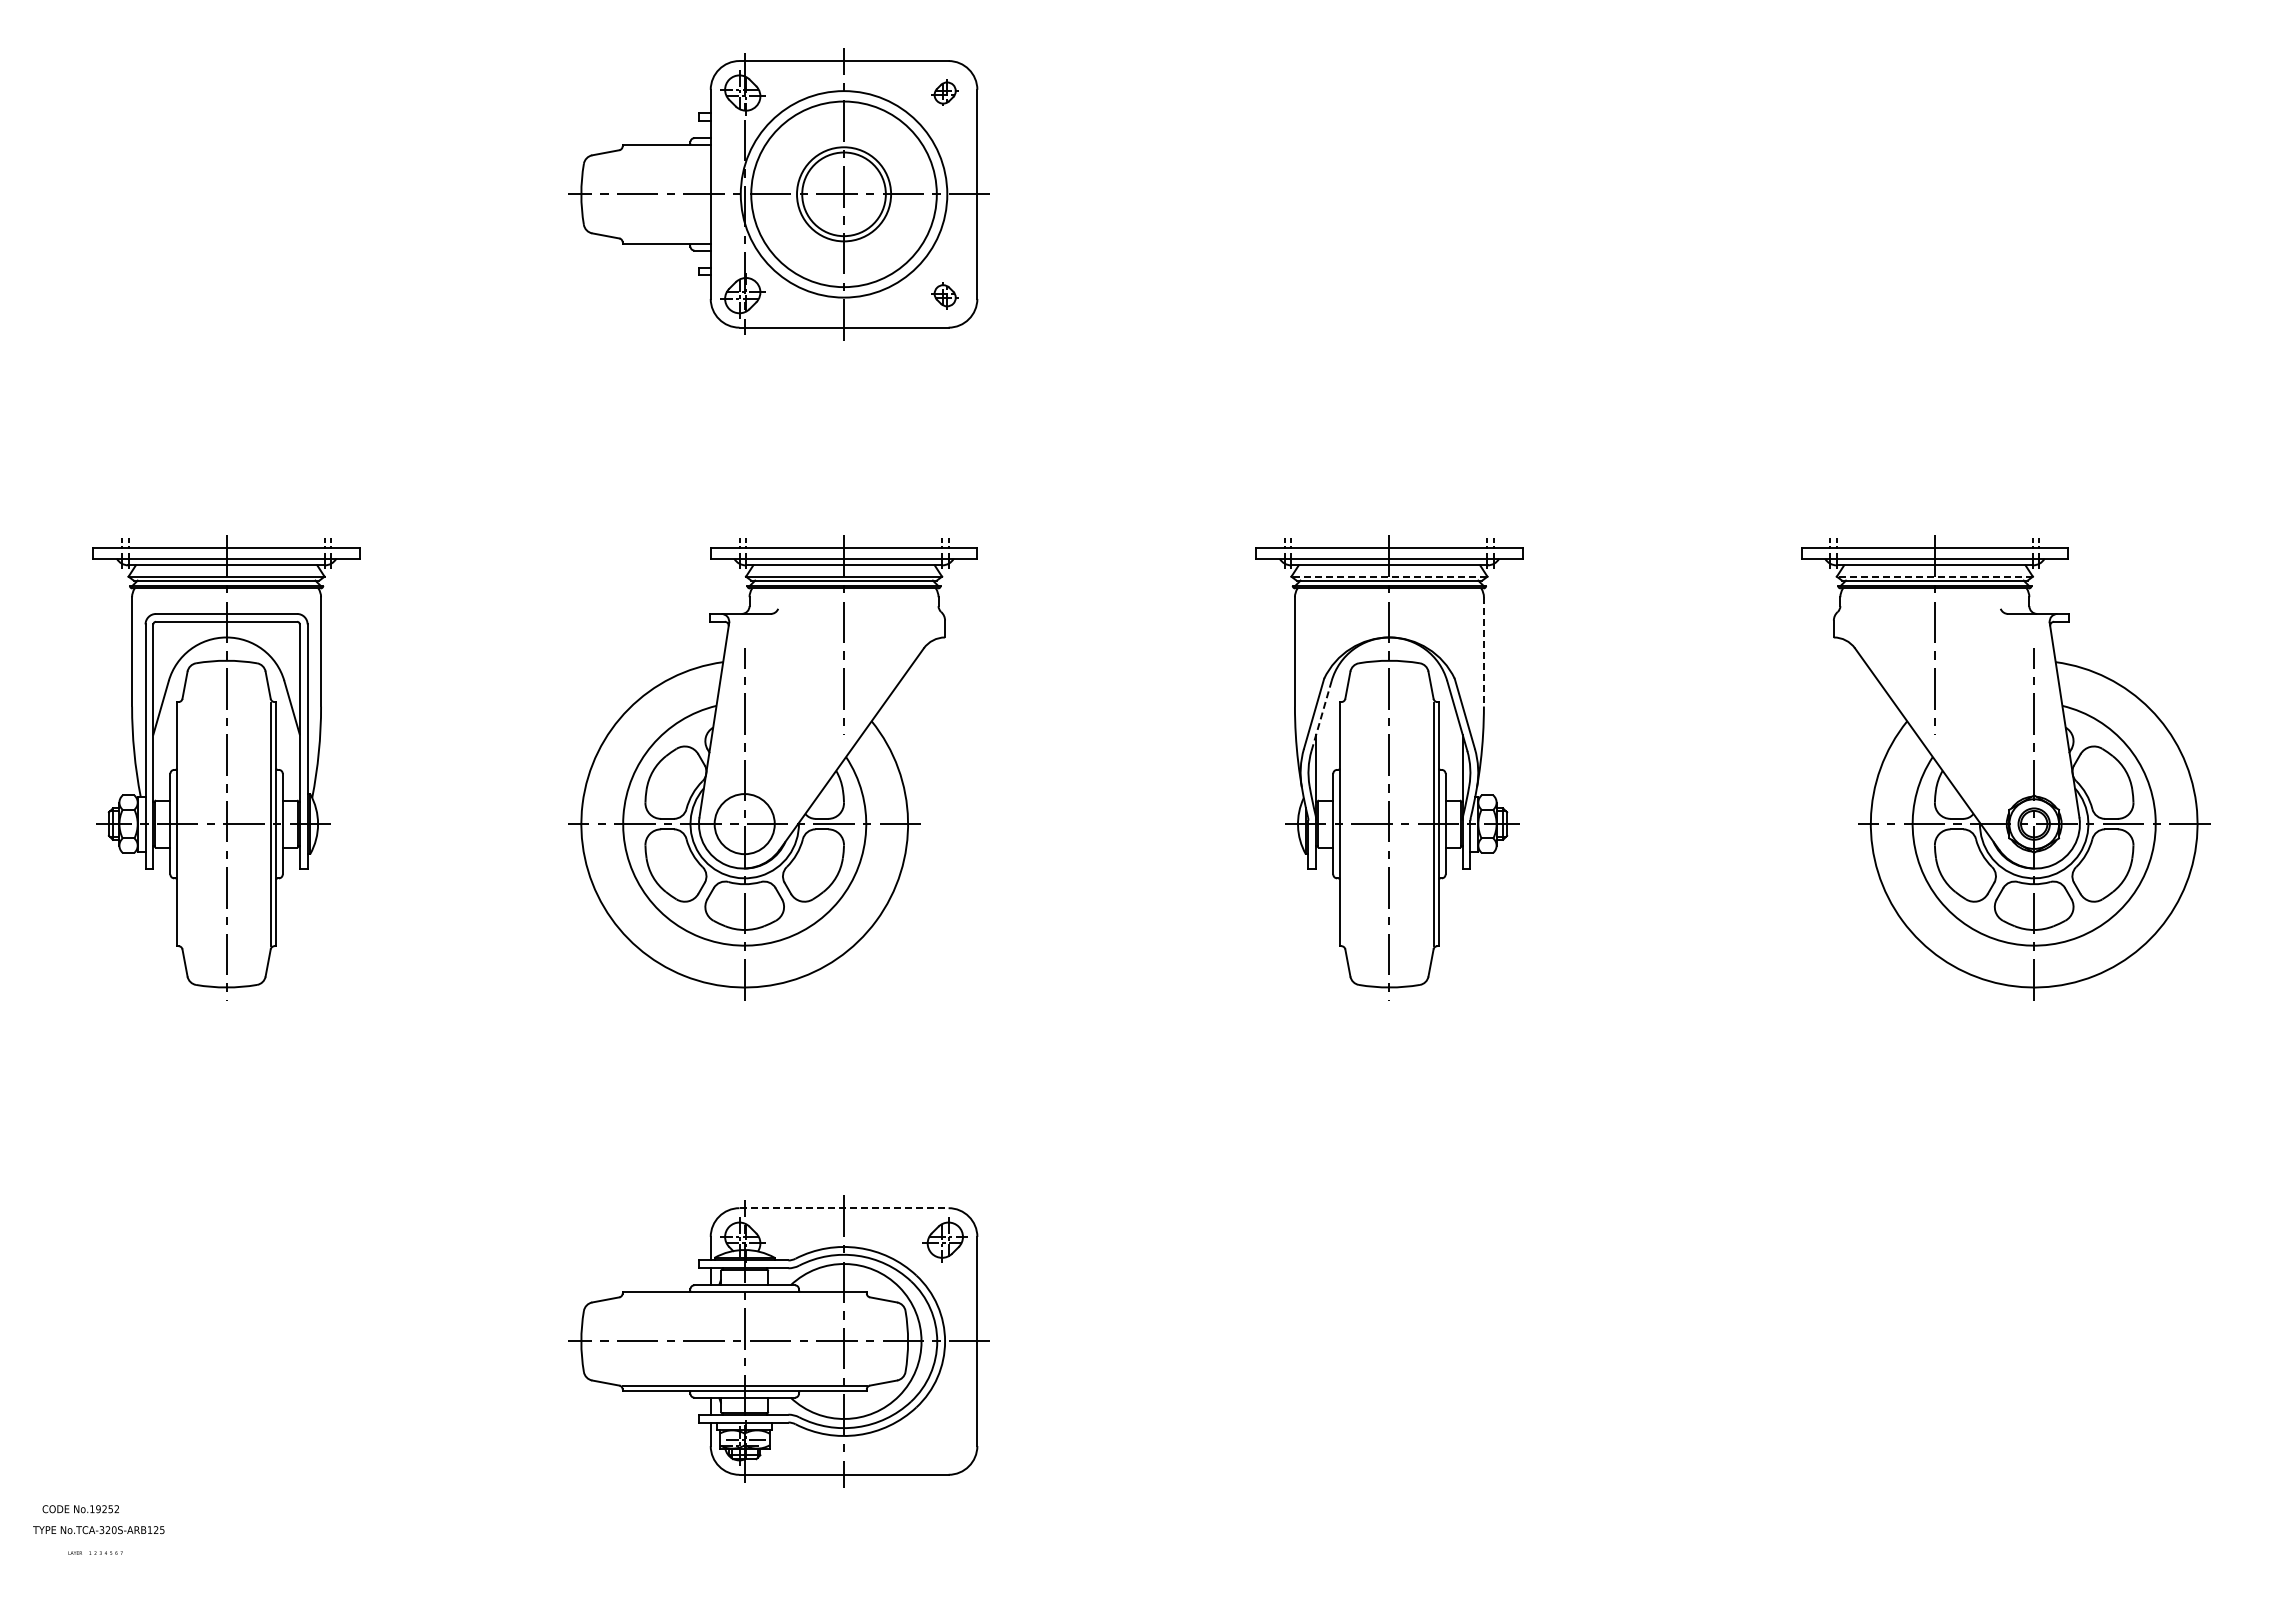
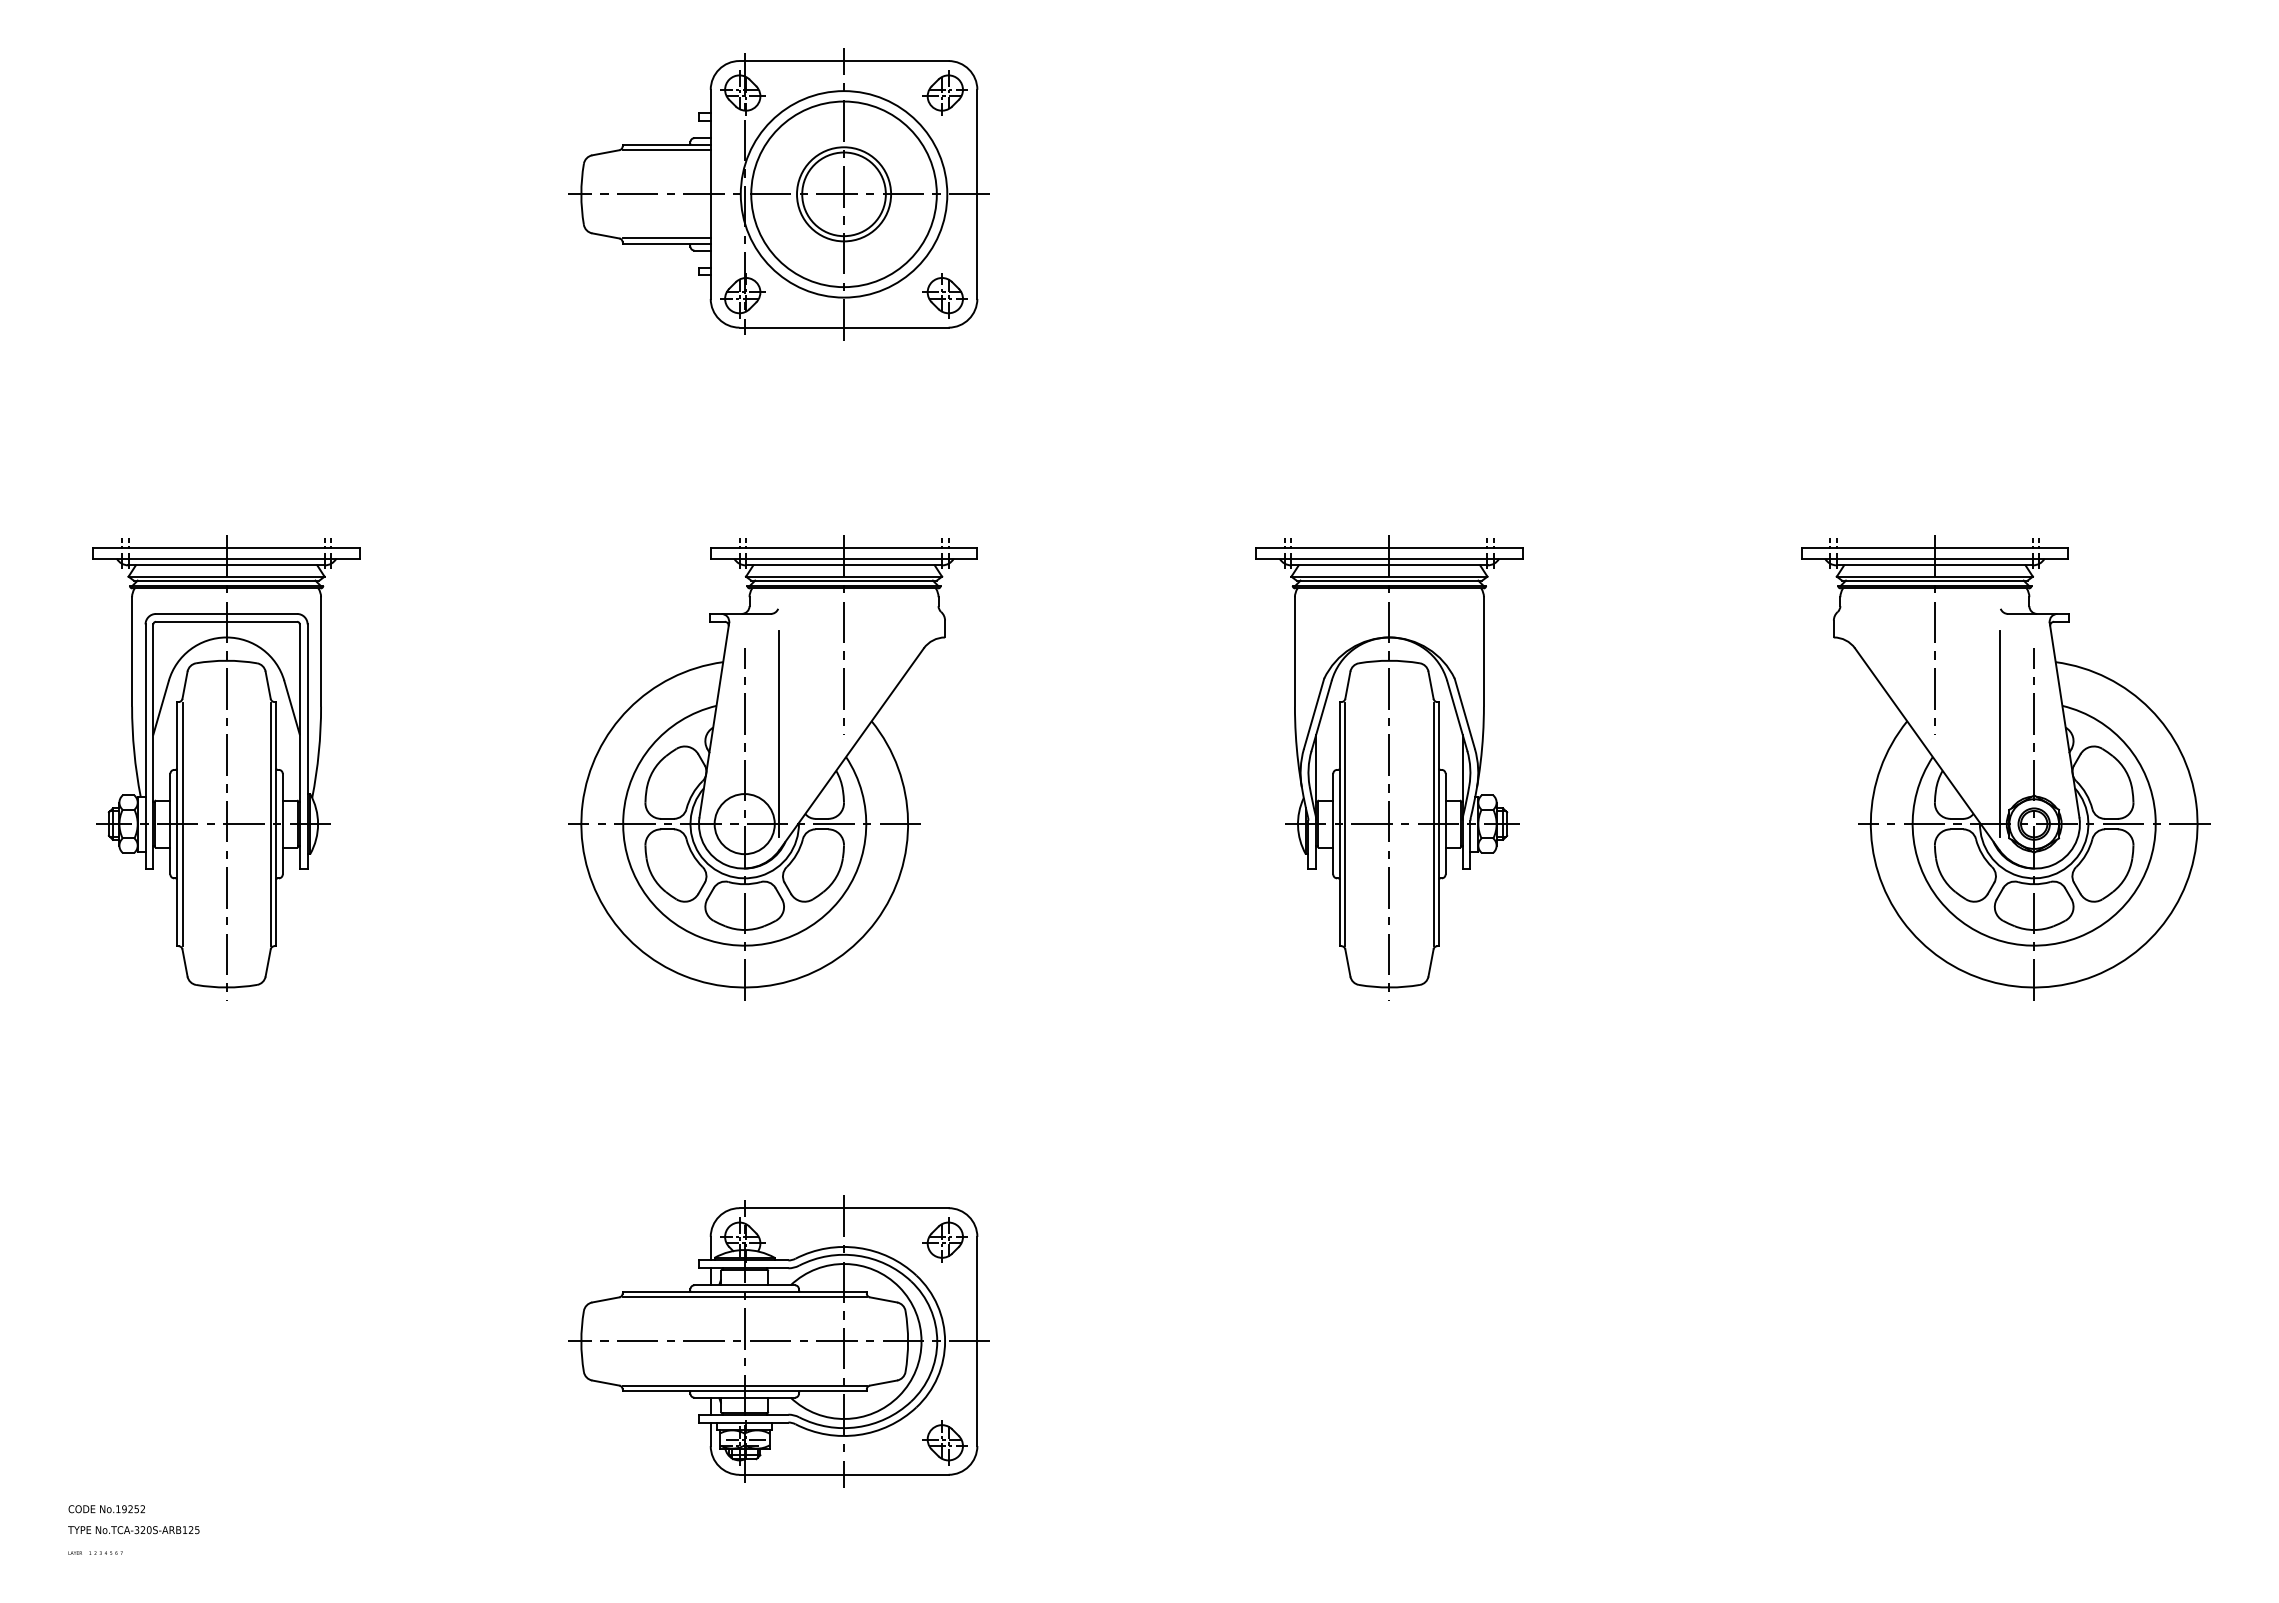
part at (944, 92) size: 28x27 px -> 46x46 px
line at (666, 150): none -> present
line at (666, 238): none -> present
part at (944, 295) size: 28x28 px -> 46x46 px
line at (1388, 576): dashed -> solid
line at (1934, 576): dashed -> solid
line at (1483, 651): dashed -> solid
line at (1321, 715): dashed -> solid
line at (778, 734): none -> present
line at (2000, 734): none -> present
line at (182, 824): none -> present
line at (1345, 824): none -> present
line at (844, 1208): dashed -> solid
line at (744, 1297): none -> present
part at (944, 1442): none -> present
text at (80, 1509) position: (80, 1509) -> (106, 1509)
text at (98, 1530) position: (98, 1530) -> (133, 1530)
